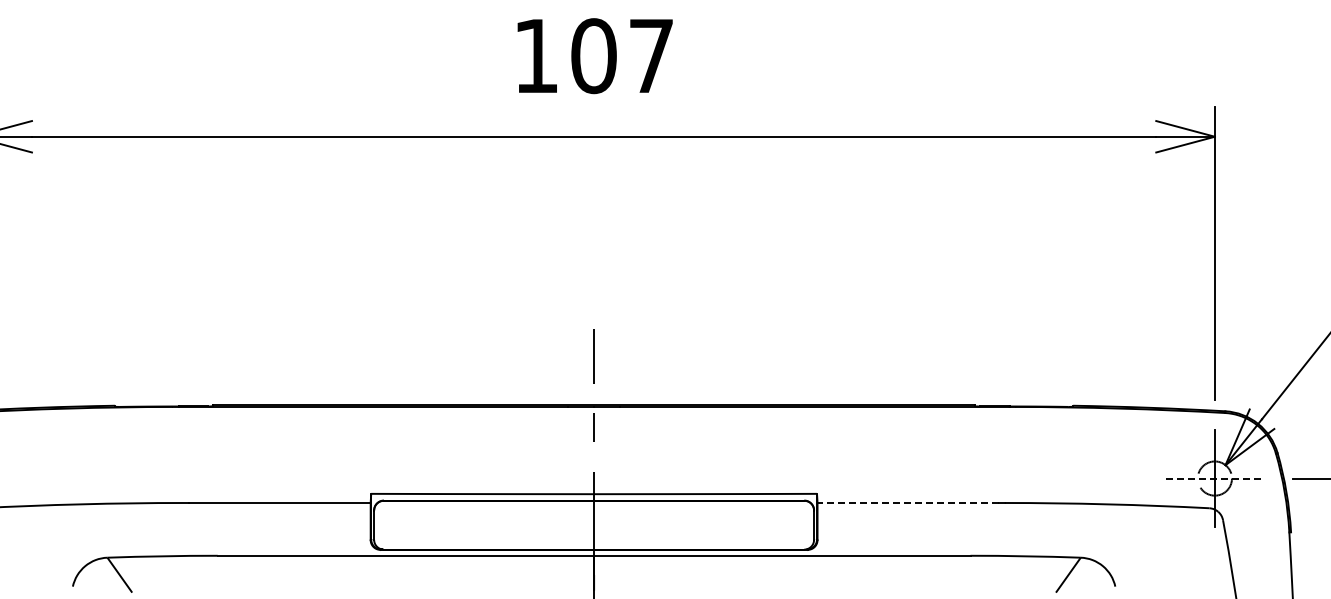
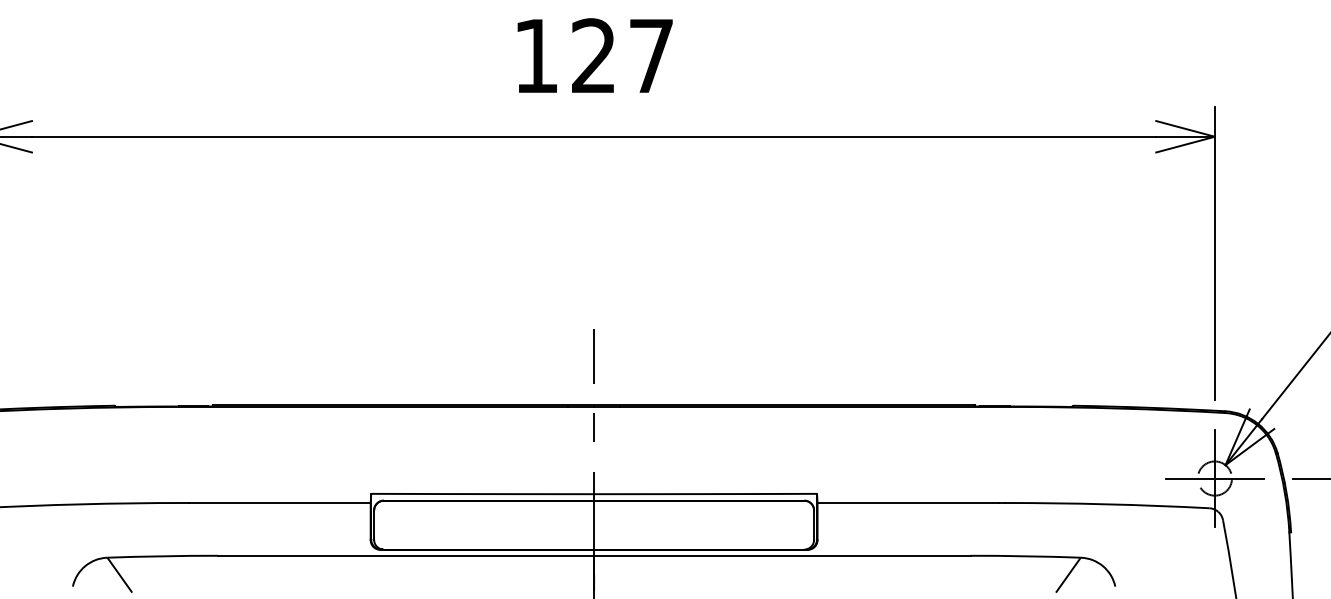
text at (593, 56): 107 -> 127
line at (1214, 478): dashed -> solid
line at (908, 502): dashed -> solid
